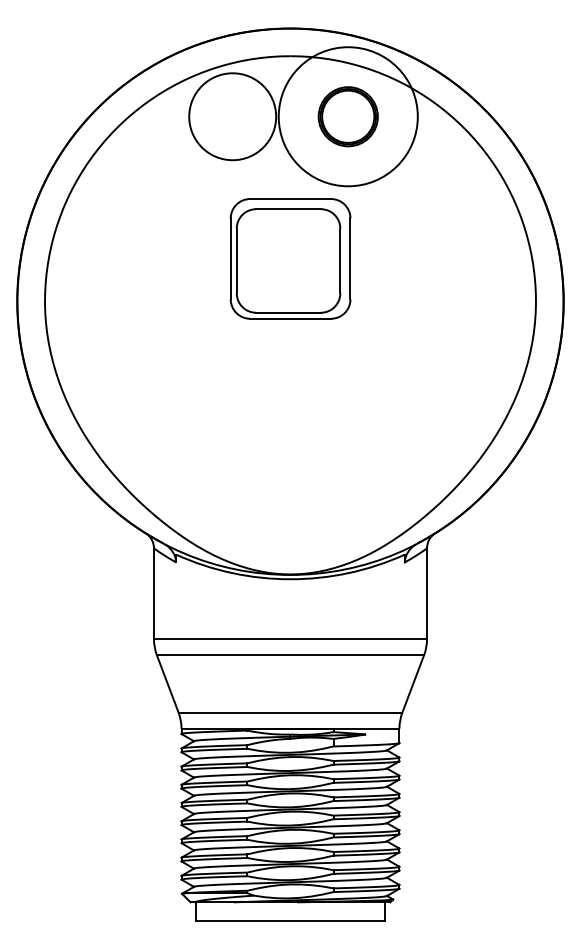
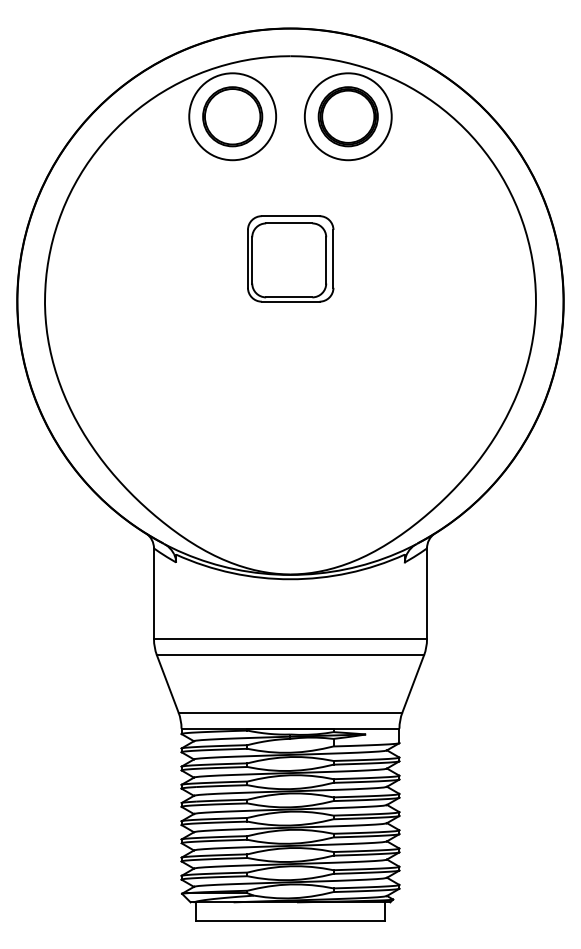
part at (232, 116): none -> present
circle at (347, 116) diameter: 139 px -> 87 px
part at (290, 258) size: 123x122 px -> 88x88 px
